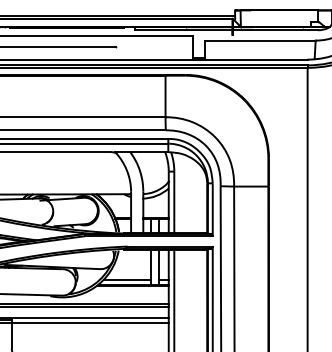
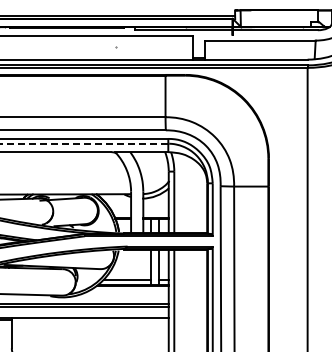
line at (58, 46): present -> none
line at (84, 143): solid -> dashed
line at (85, 323): present -> none
